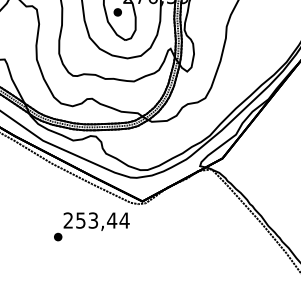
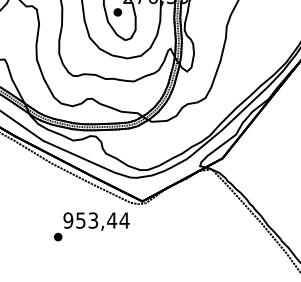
text at (68, 220): 253,44 -> 953,44
